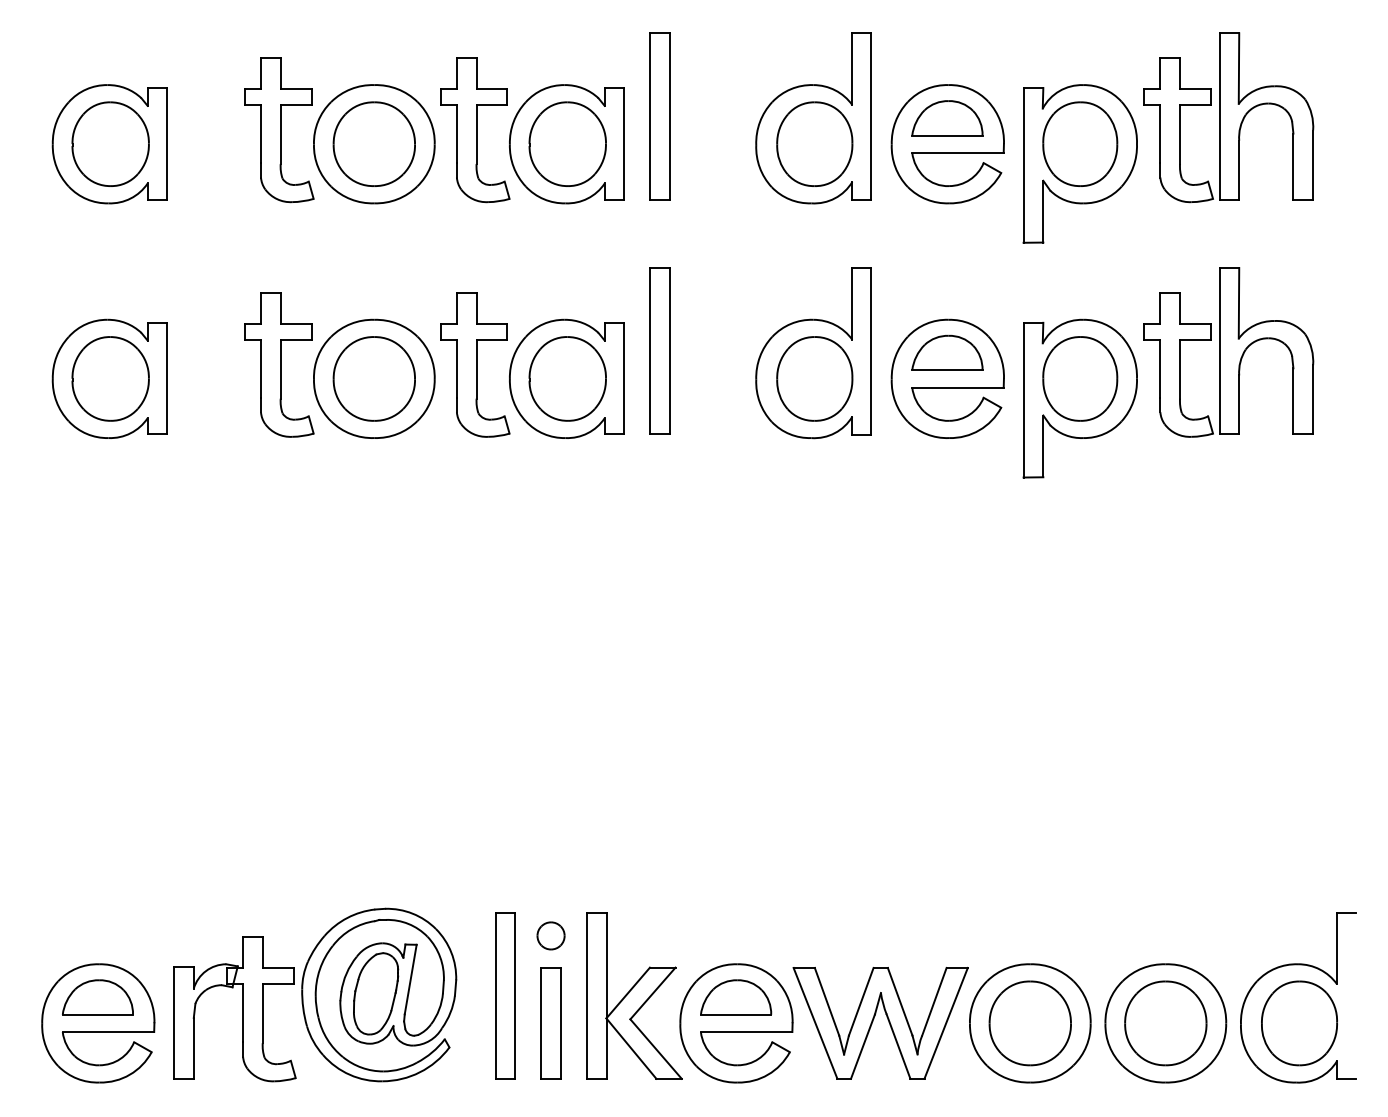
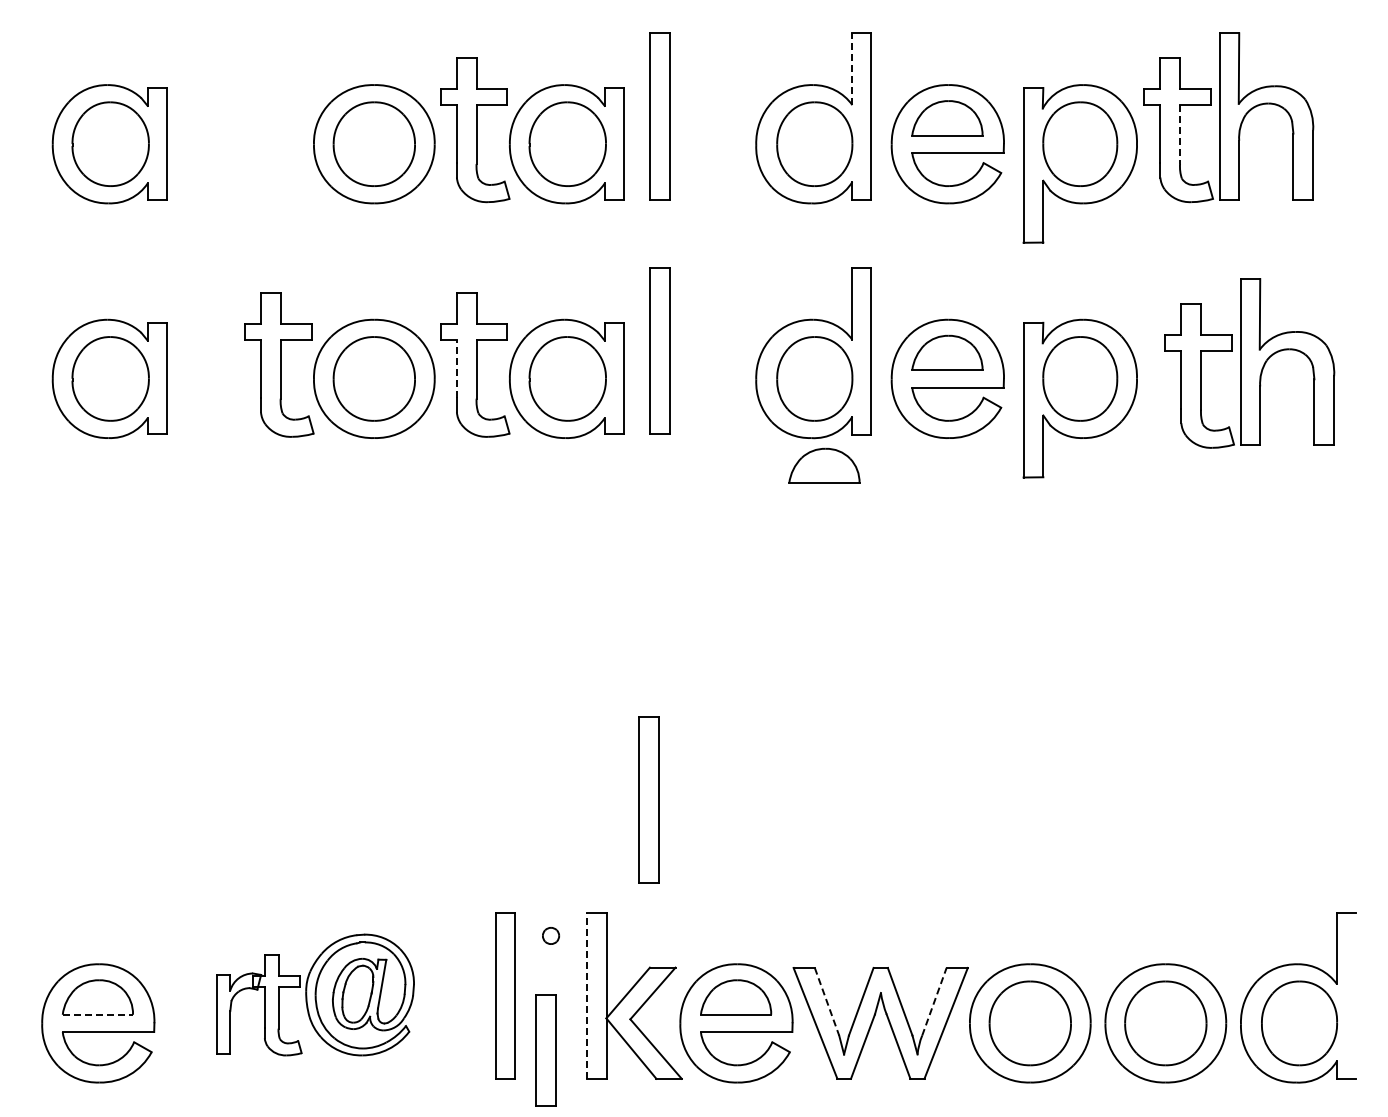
line at (852, 69): solid -> dashed
part at (279, 130): present -> none
line at (1180, 134): solid -> dashed
part at (1228, 352) position: (1228, 352) -> (1249, 363)
line at (456, 368): solid -> dashed
part at (824, 465): none -> present
part at (648, 799): none -> present
part at (550, 935) size: 30x30 px -> 18x18 px
part at (315, 994) size: 285x176 px -> 199x124 px
line at (586, 995): solid -> dashed
line at (827, 1001): solid -> dashed
line at (934, 1001): solid -> dashed
line at (98, 1014): solid -> dashed
part at (550, 1023) position: (550, 1023) -> (545, 1050)
